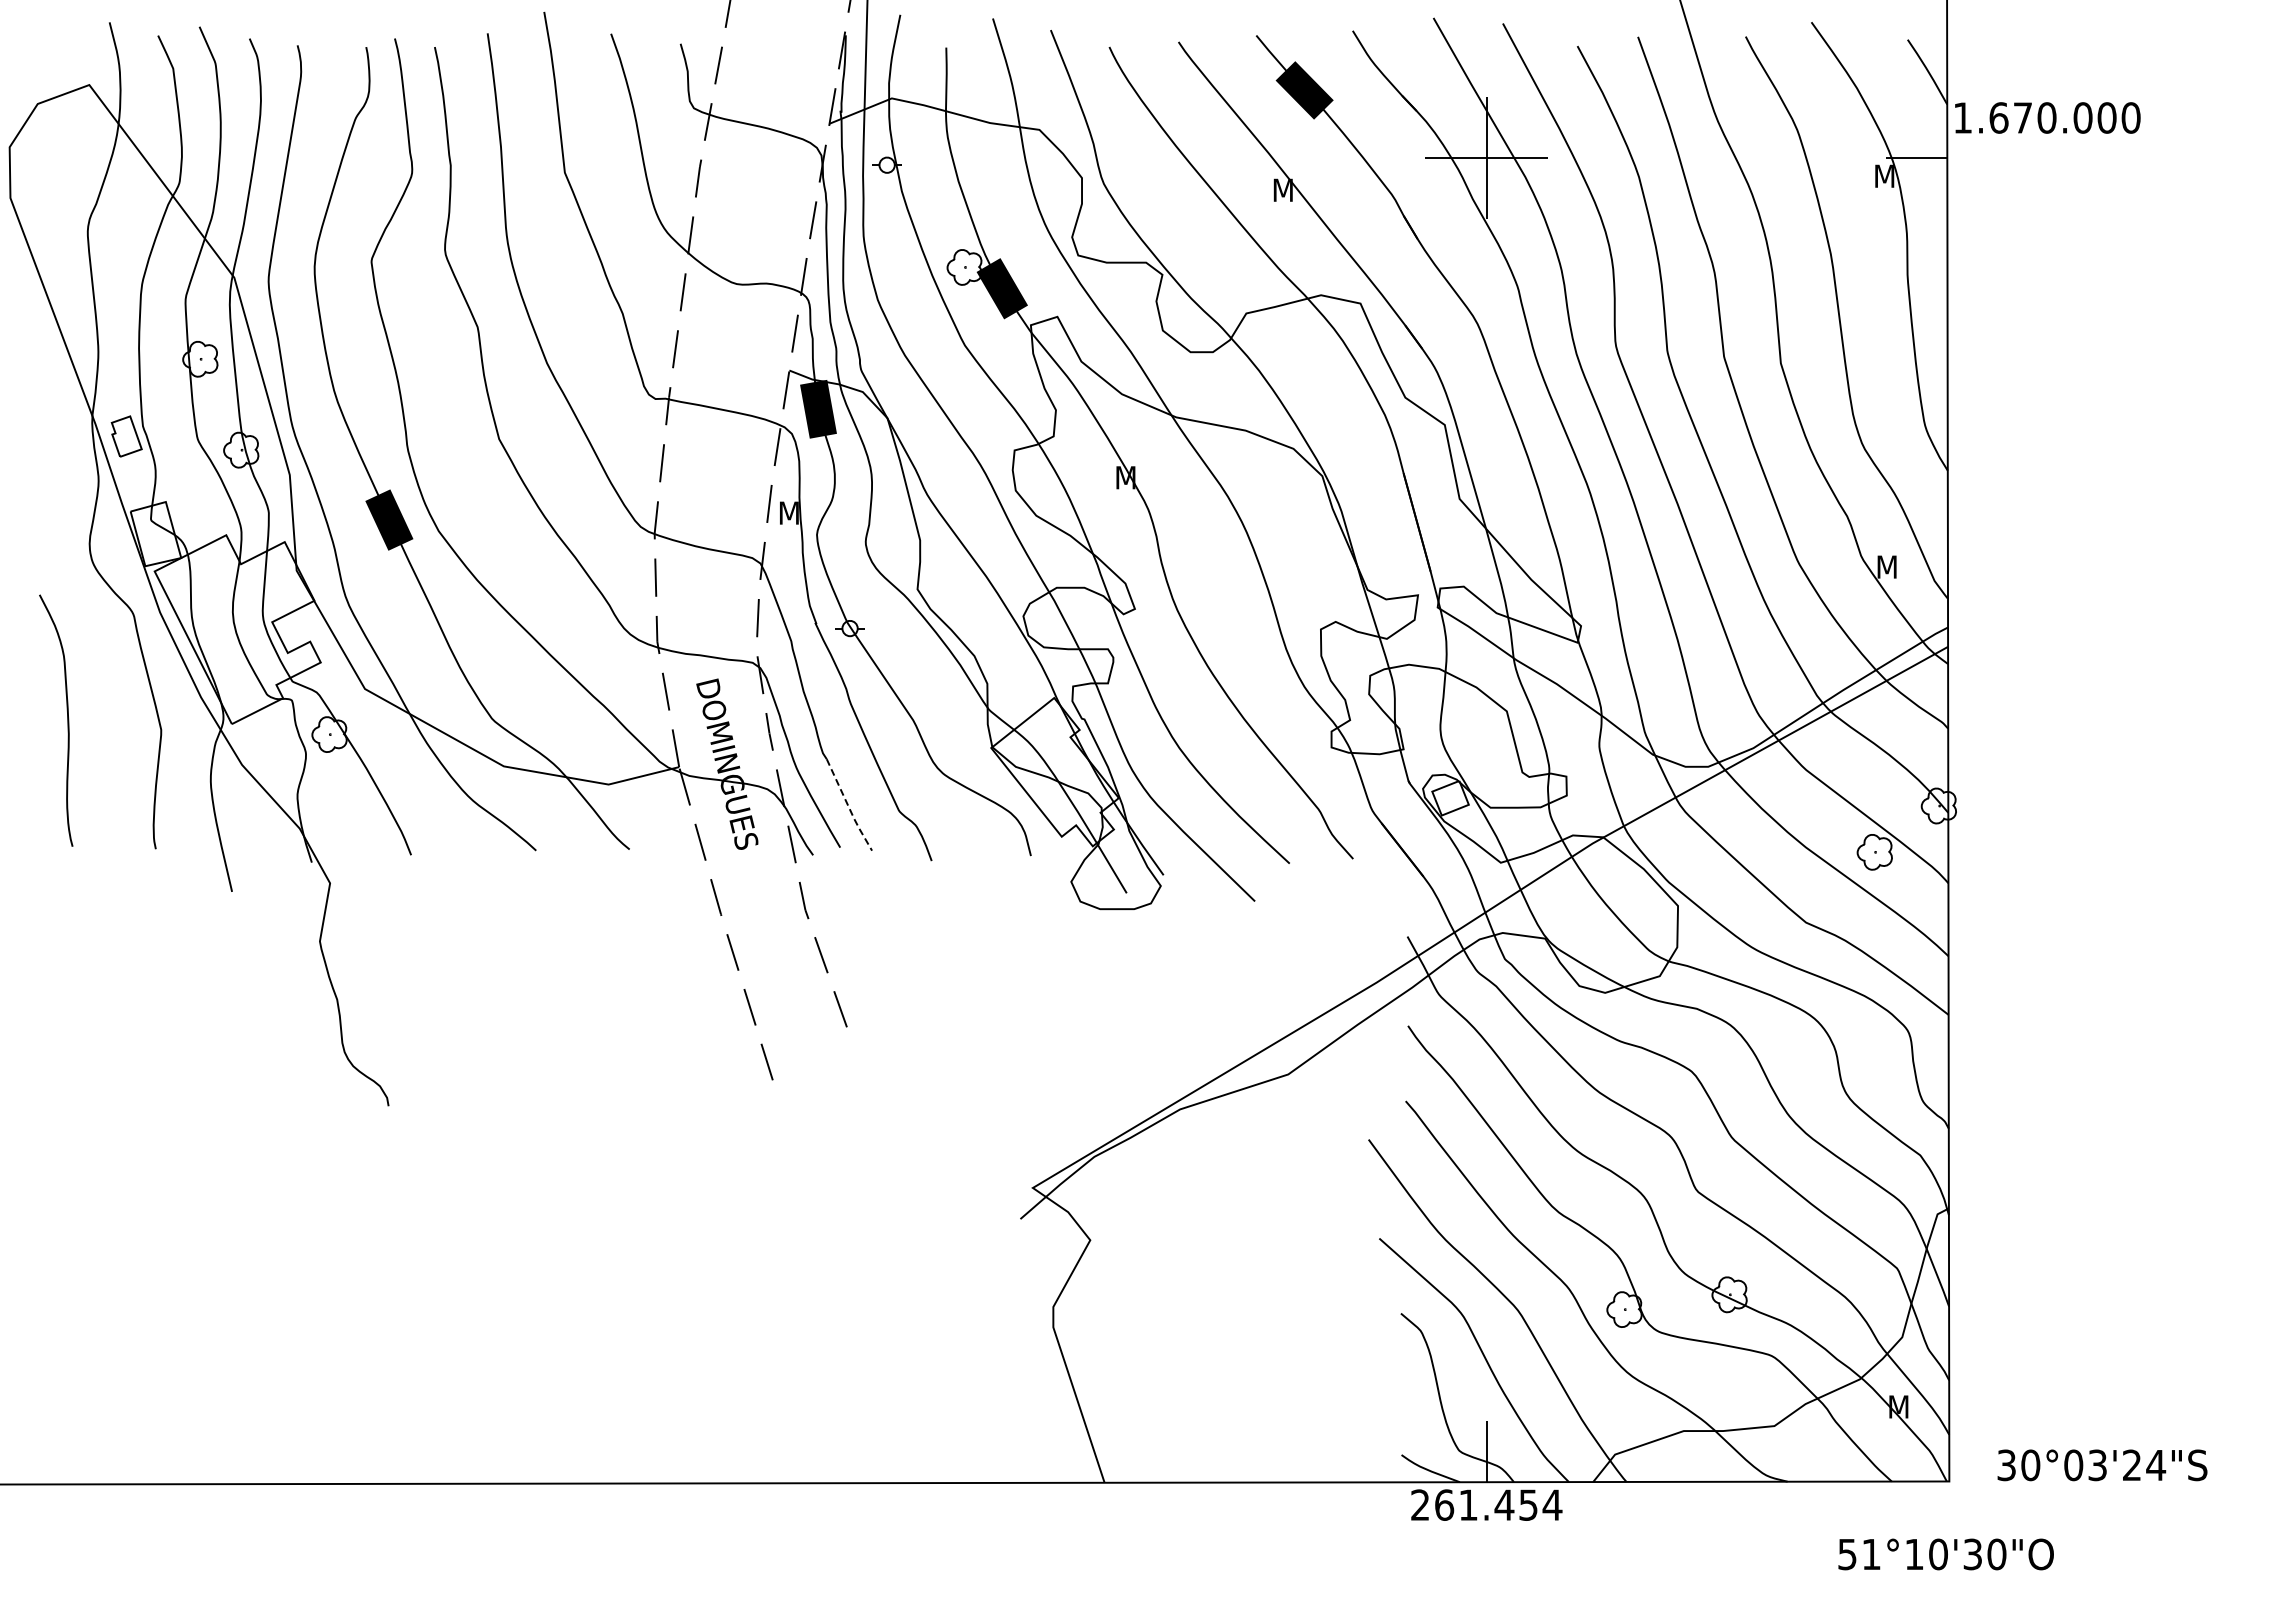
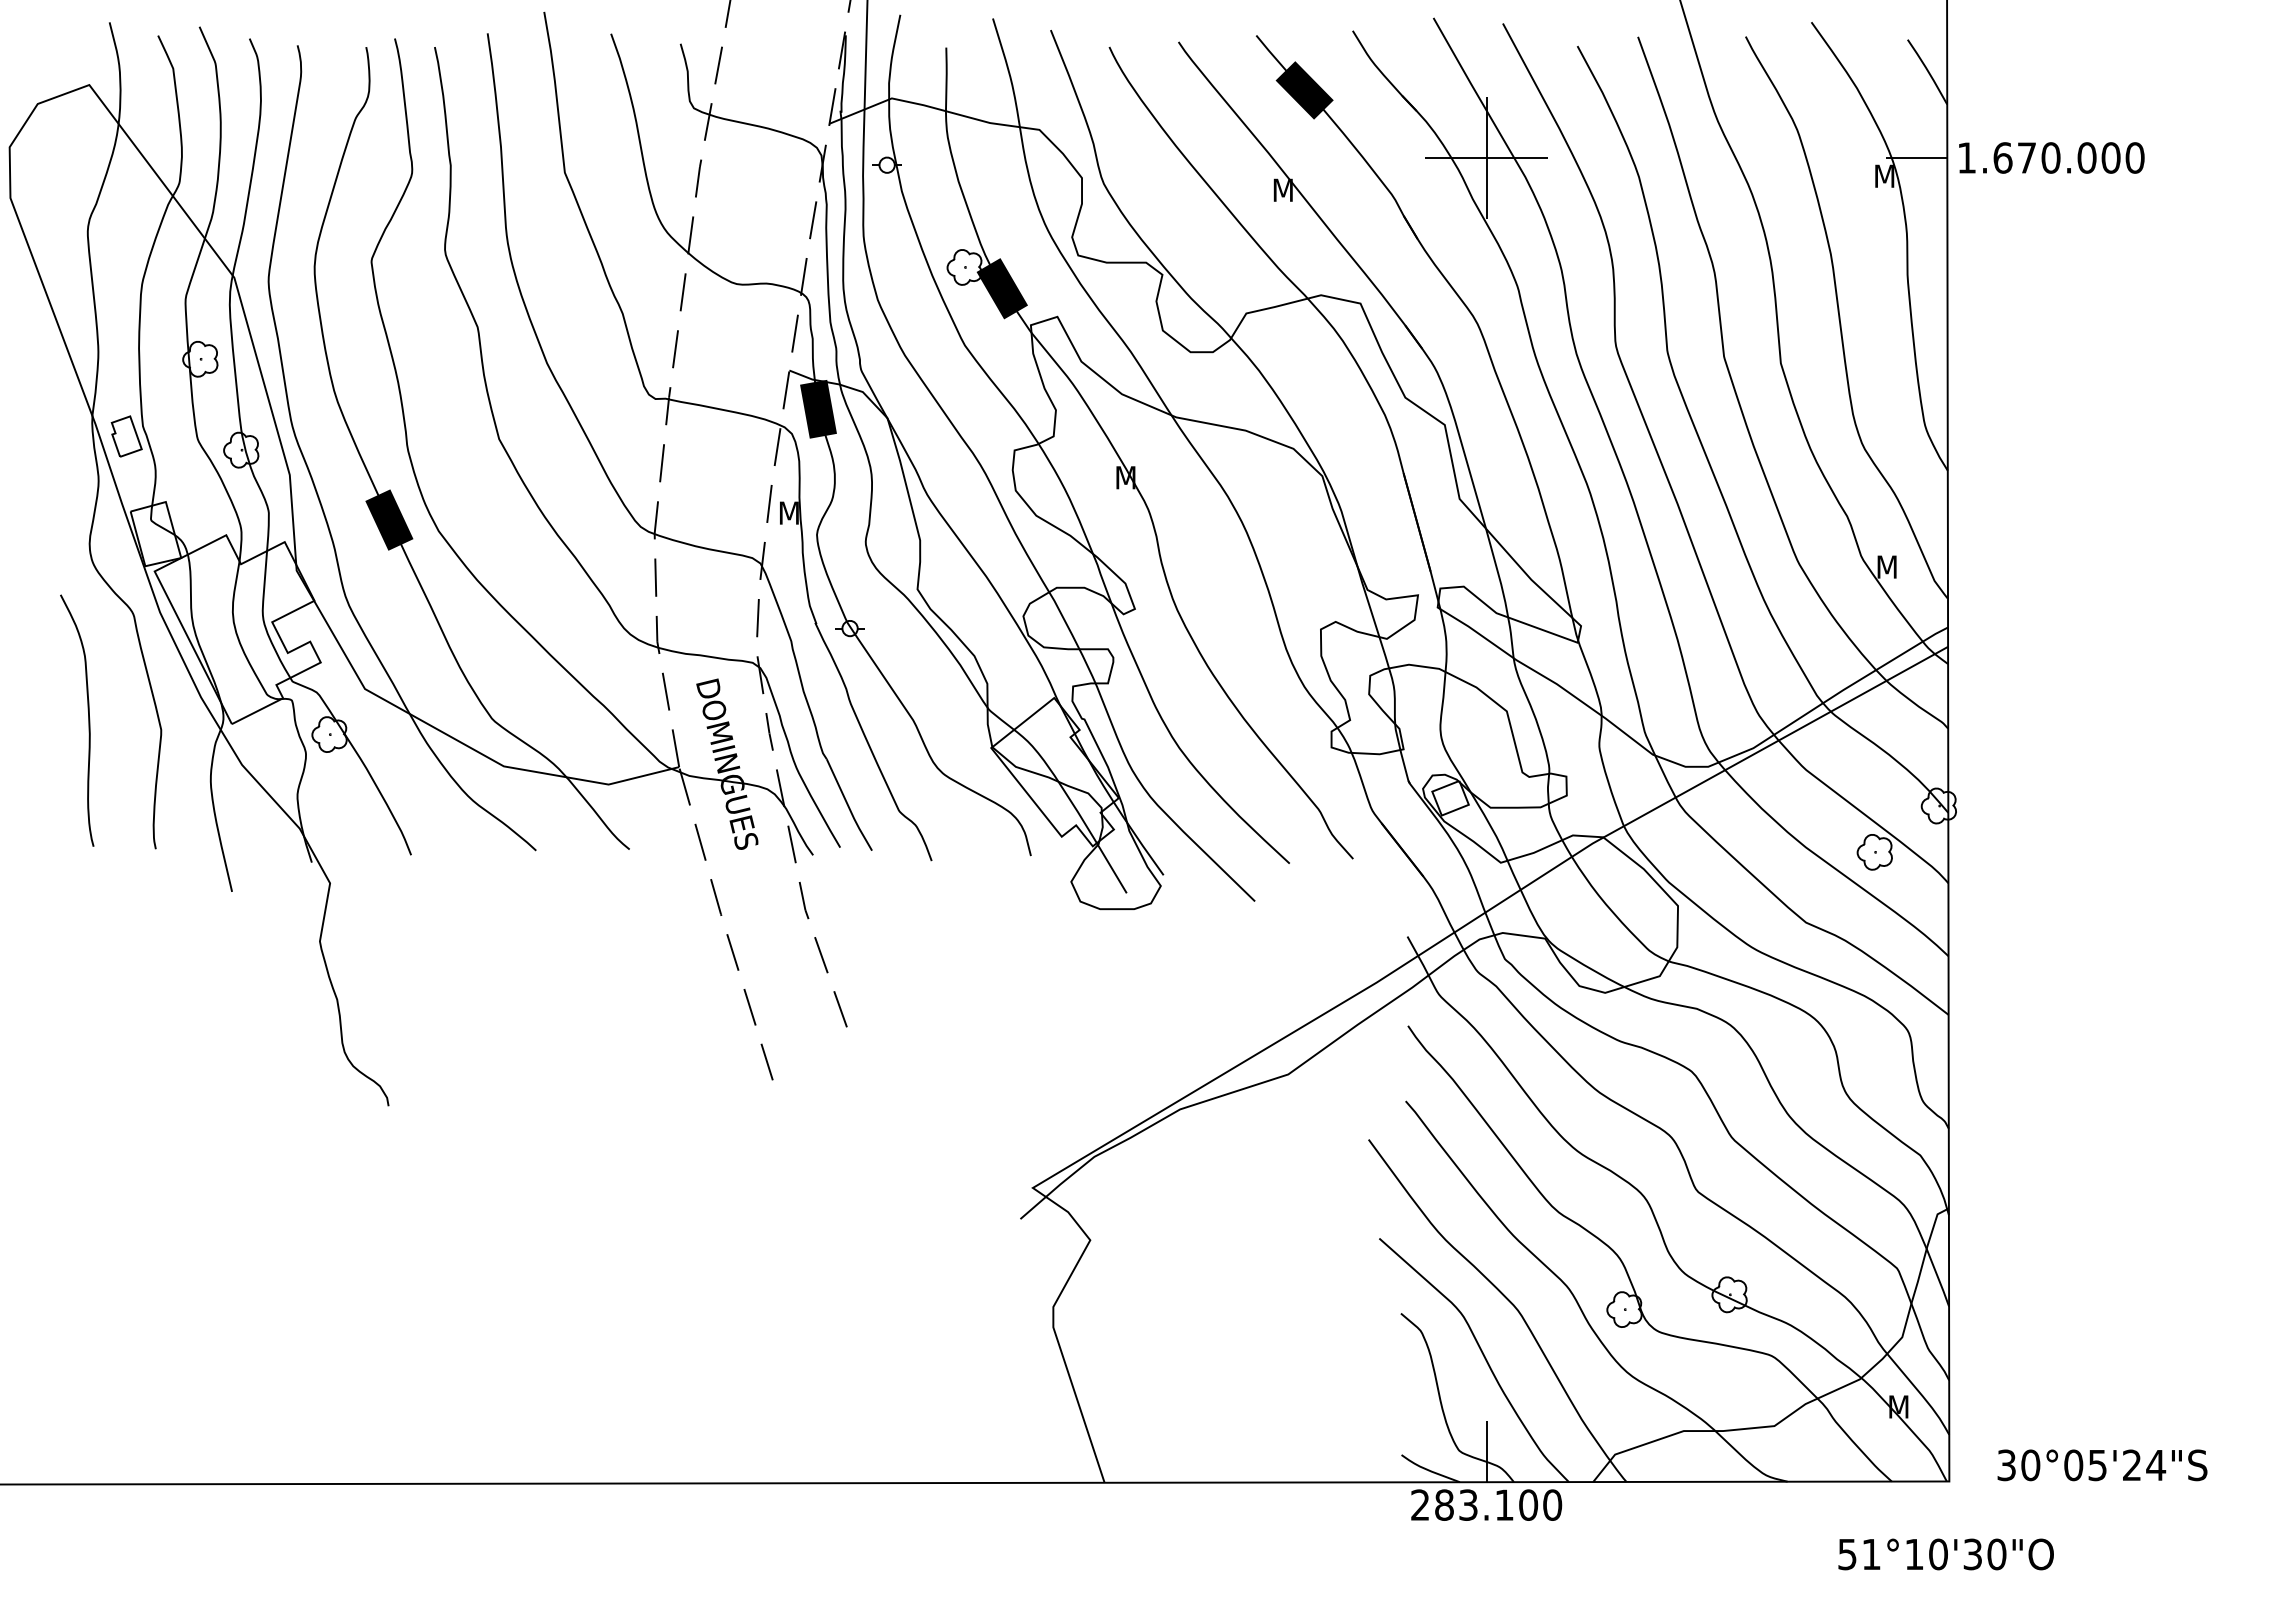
text at (2047, 117) position: (2047, 117) -> (2051, 157)
curve at (67, 720) position: (67, 720) -> (88, 720)
line at (848, 807): dashed -> solid
text at (2097, 1464): 30°03'24"S -> 30°05'24"S
text at (1498, 1504): 261.454 -> 283.100
